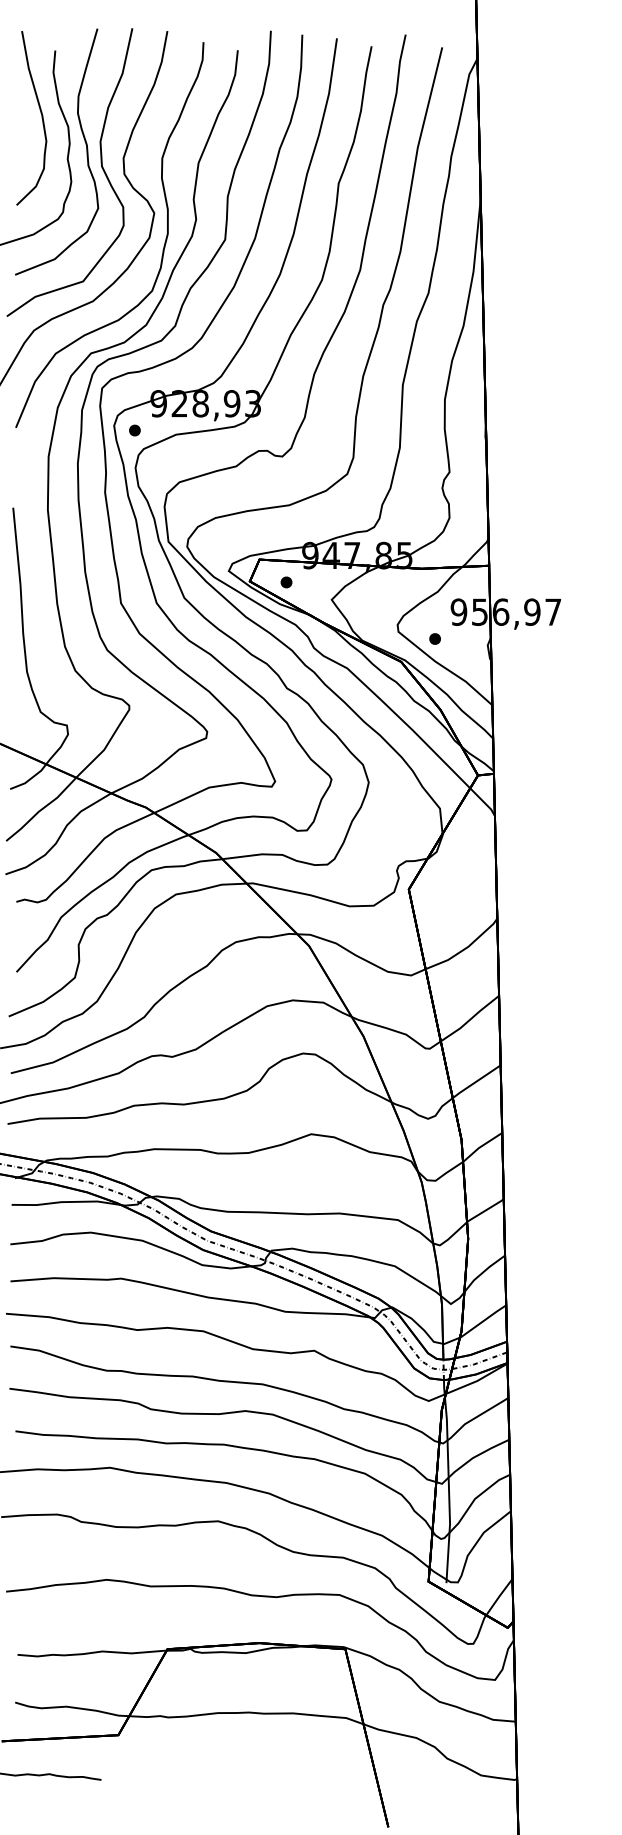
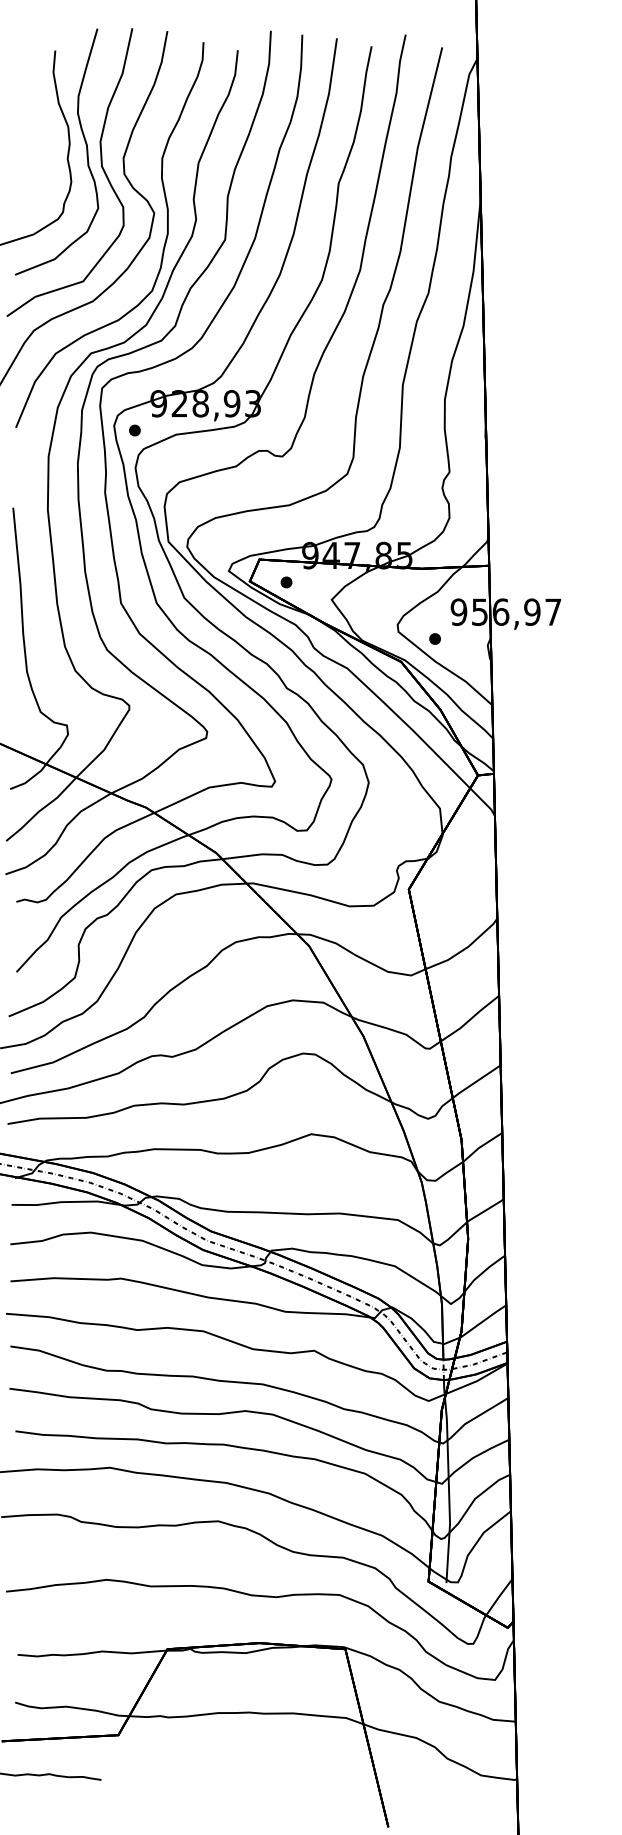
curve at (41, 118): present -> none
